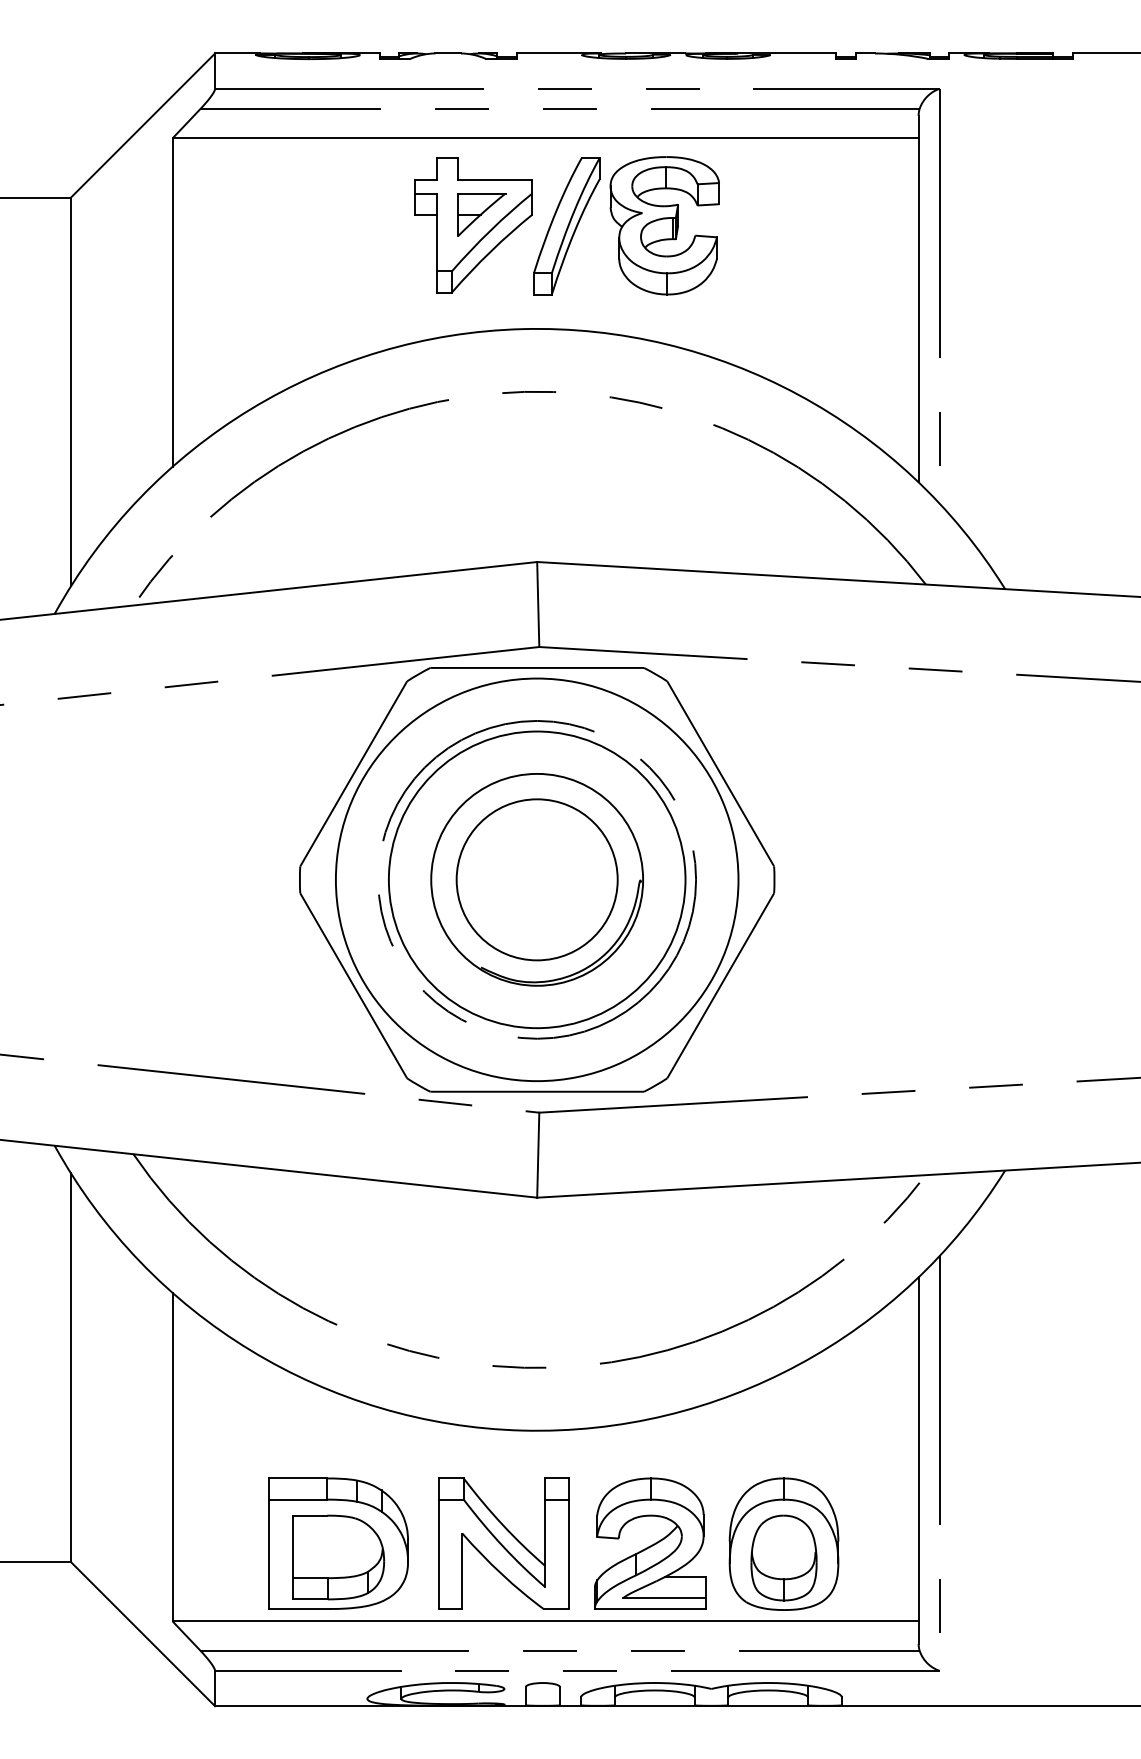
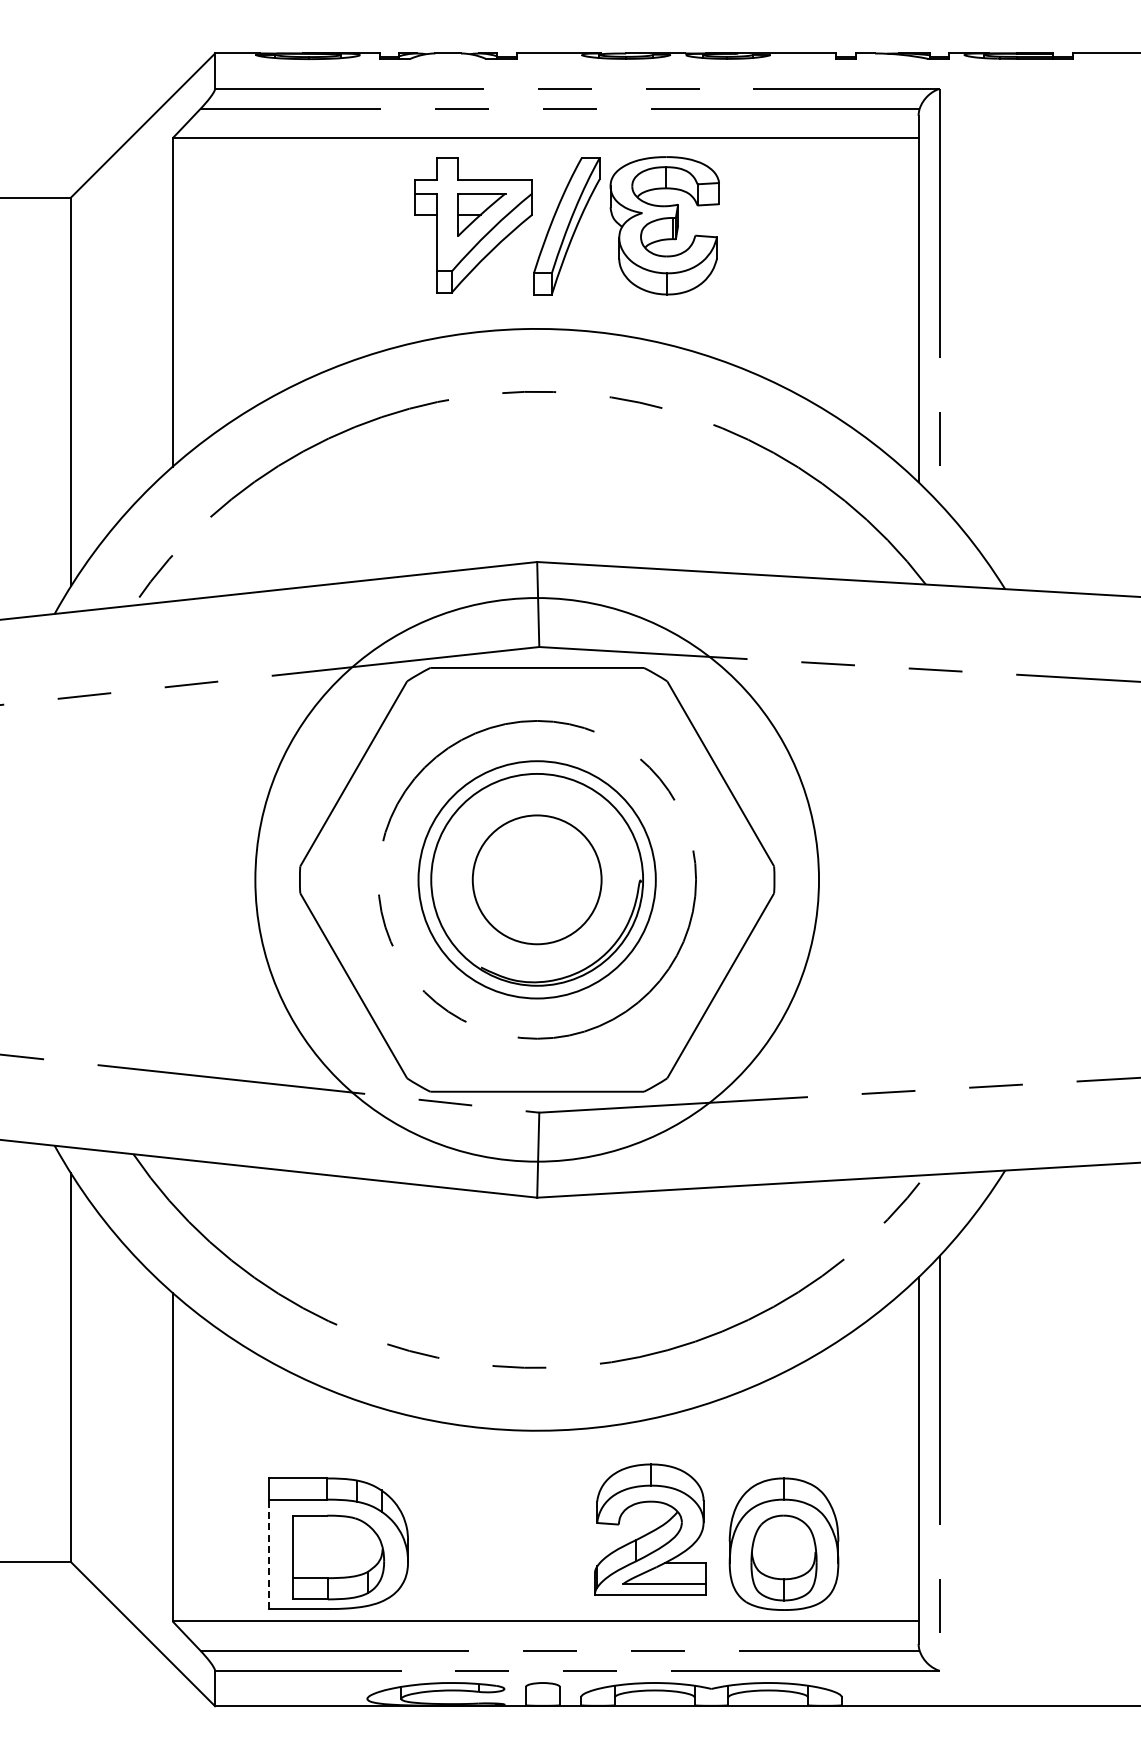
circle at (536, 879) diameter: 161 px -> 129 px
circle at (536, 879) diameter: 297 px -> 237 px
circle at (536, 879) diameter: 403 px -> 564 px
part at (503, 1543): present -> none
part at (650, 1543) position: (650, 1543) -> (650, 1529)
line at (268, 1554): solid -> dashed
